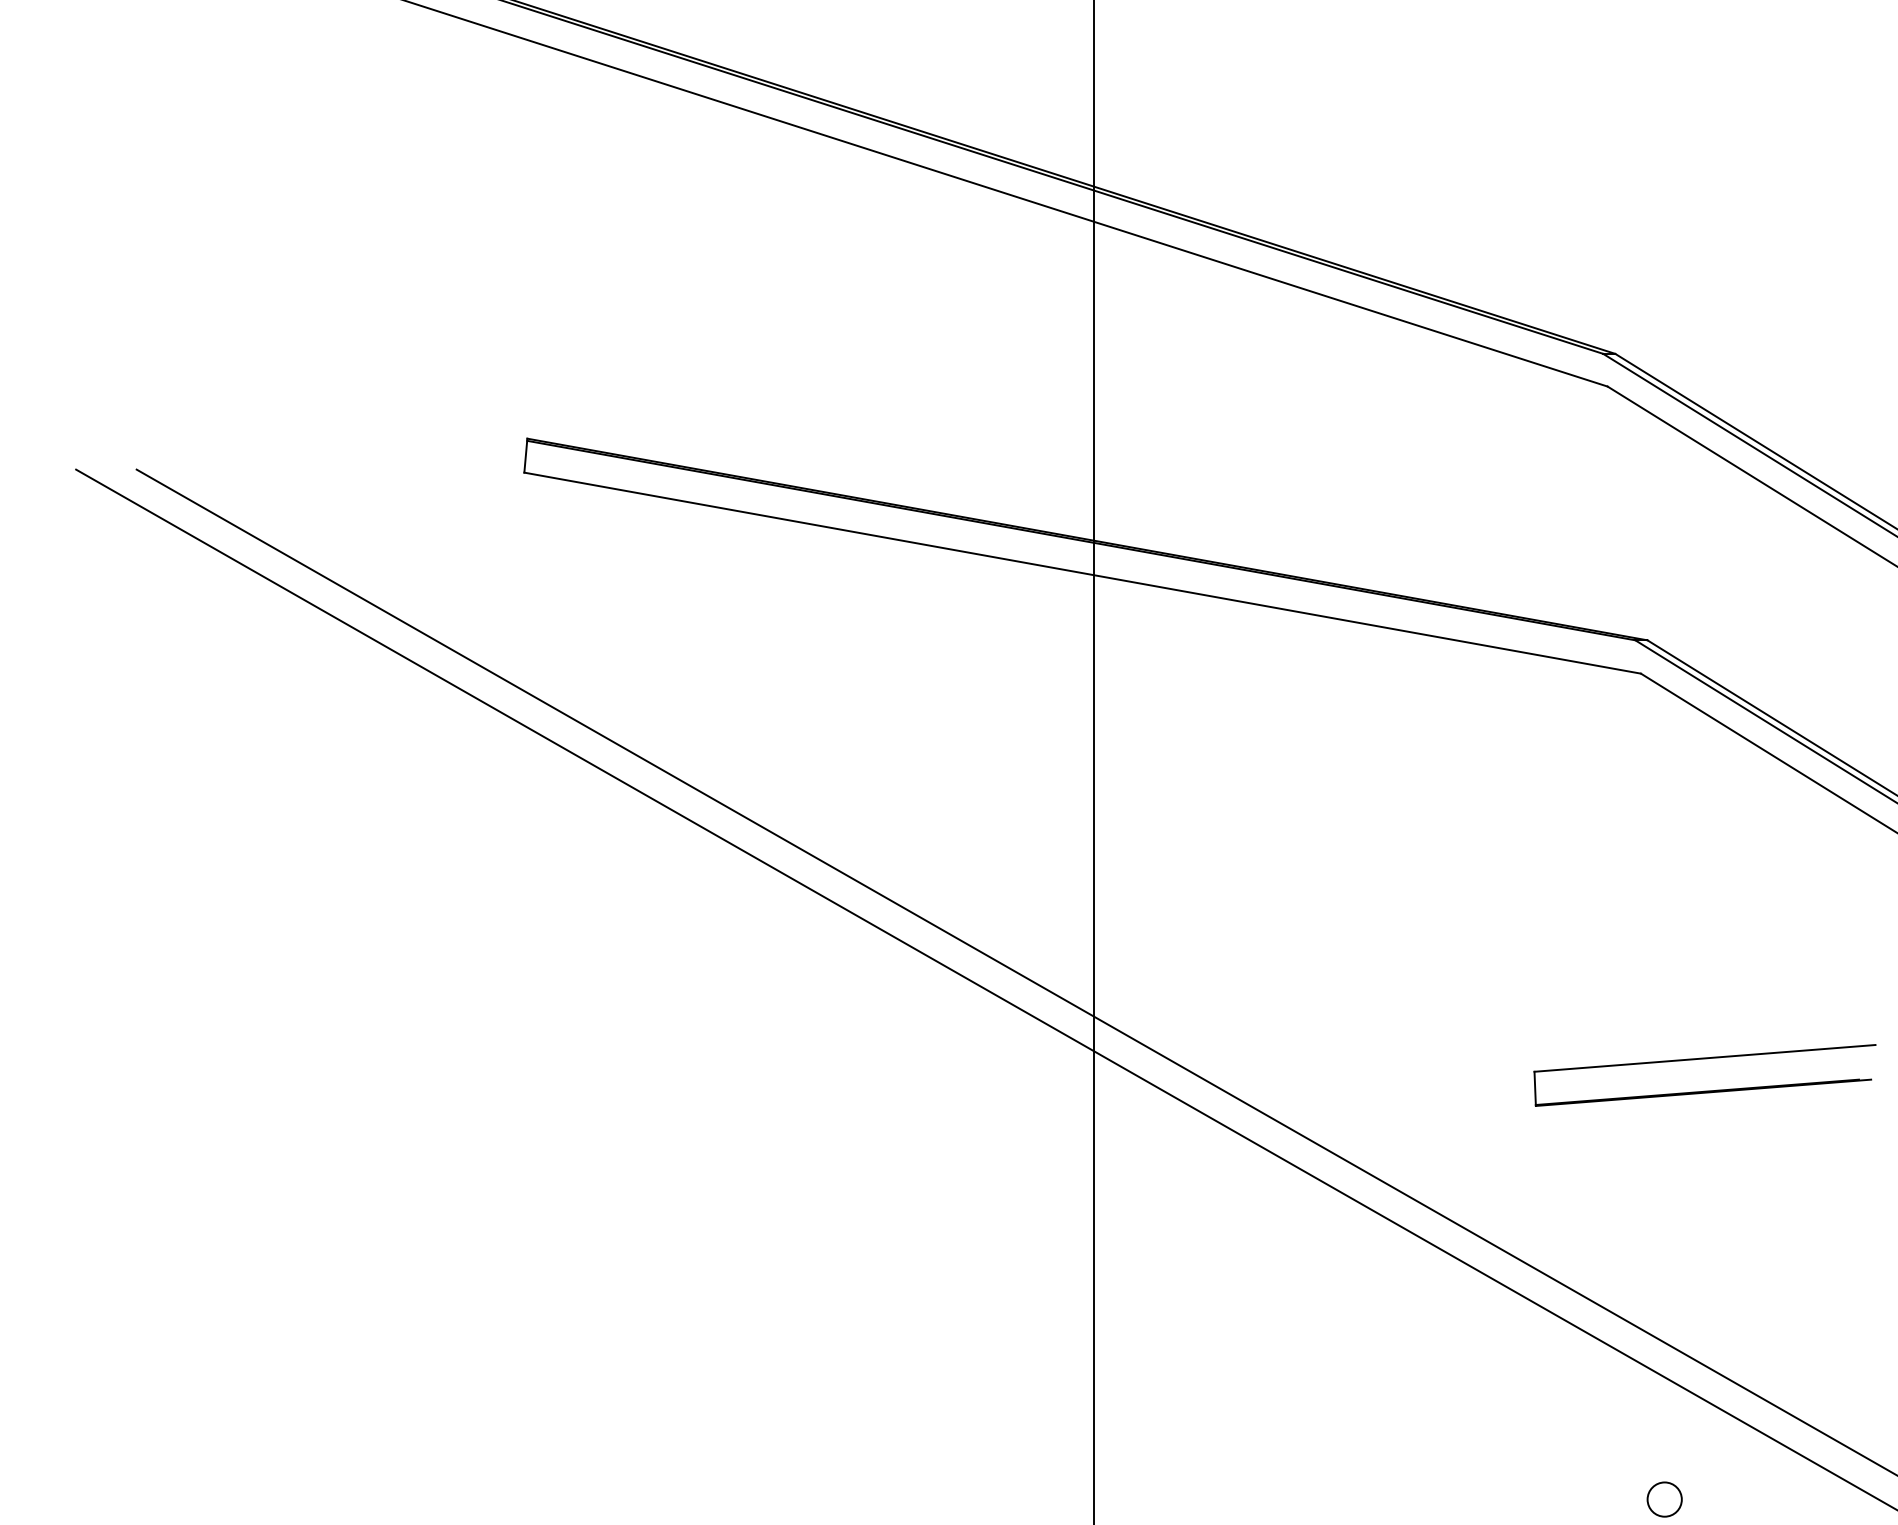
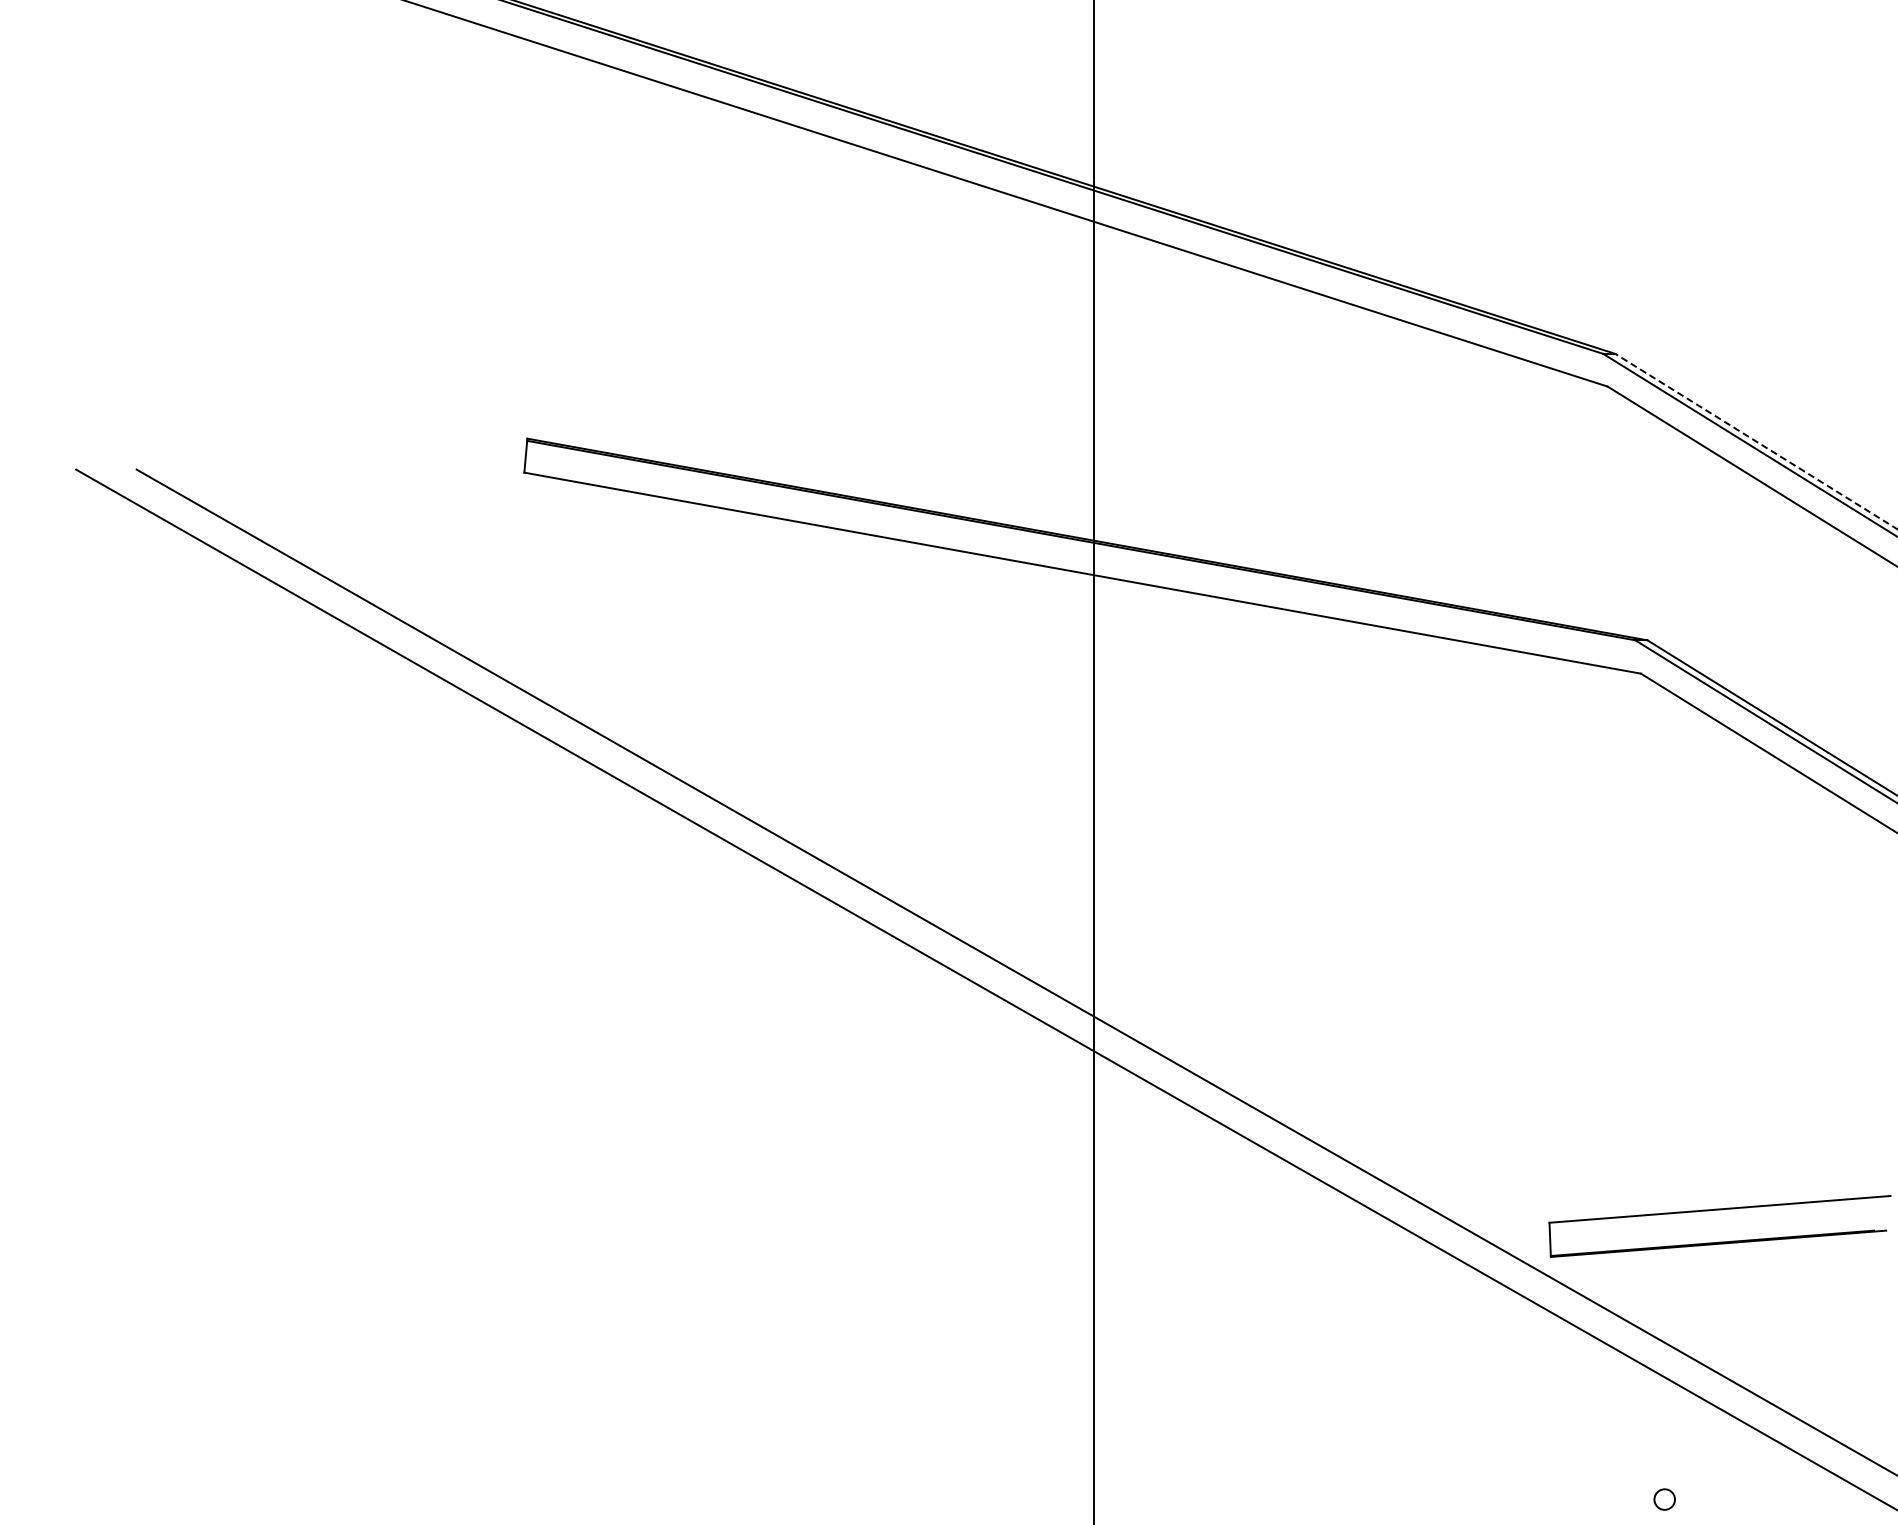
line at (1756, 441): solid -> dashed
part at (1704, 1090) position: (1704, 1090) -> (1719, 1241)
circle at (1664, 1499) diameter: 34 px -> 21 px
